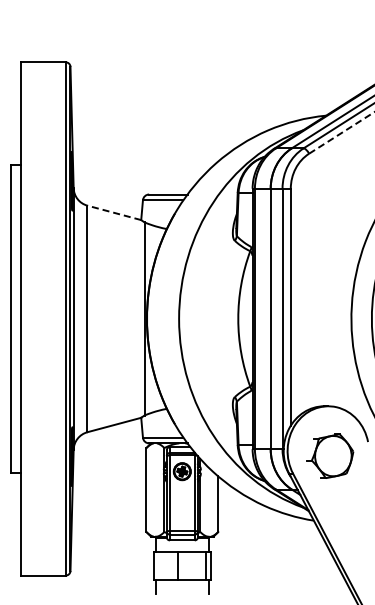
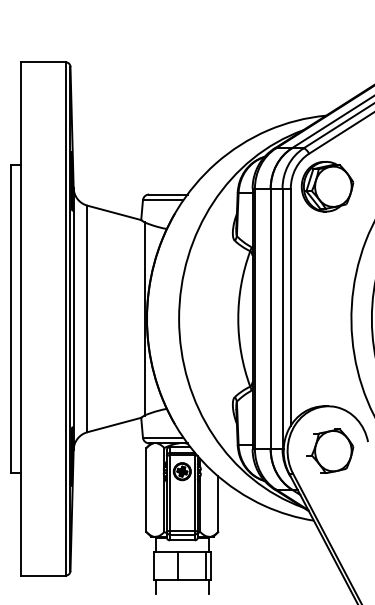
line at (341, 132): dashed -> solid
part at (327, 186): none -> present
line at (114, 212): dashed -> solid
part at (330, 455) position: (330, 455) -> (330, 450)
